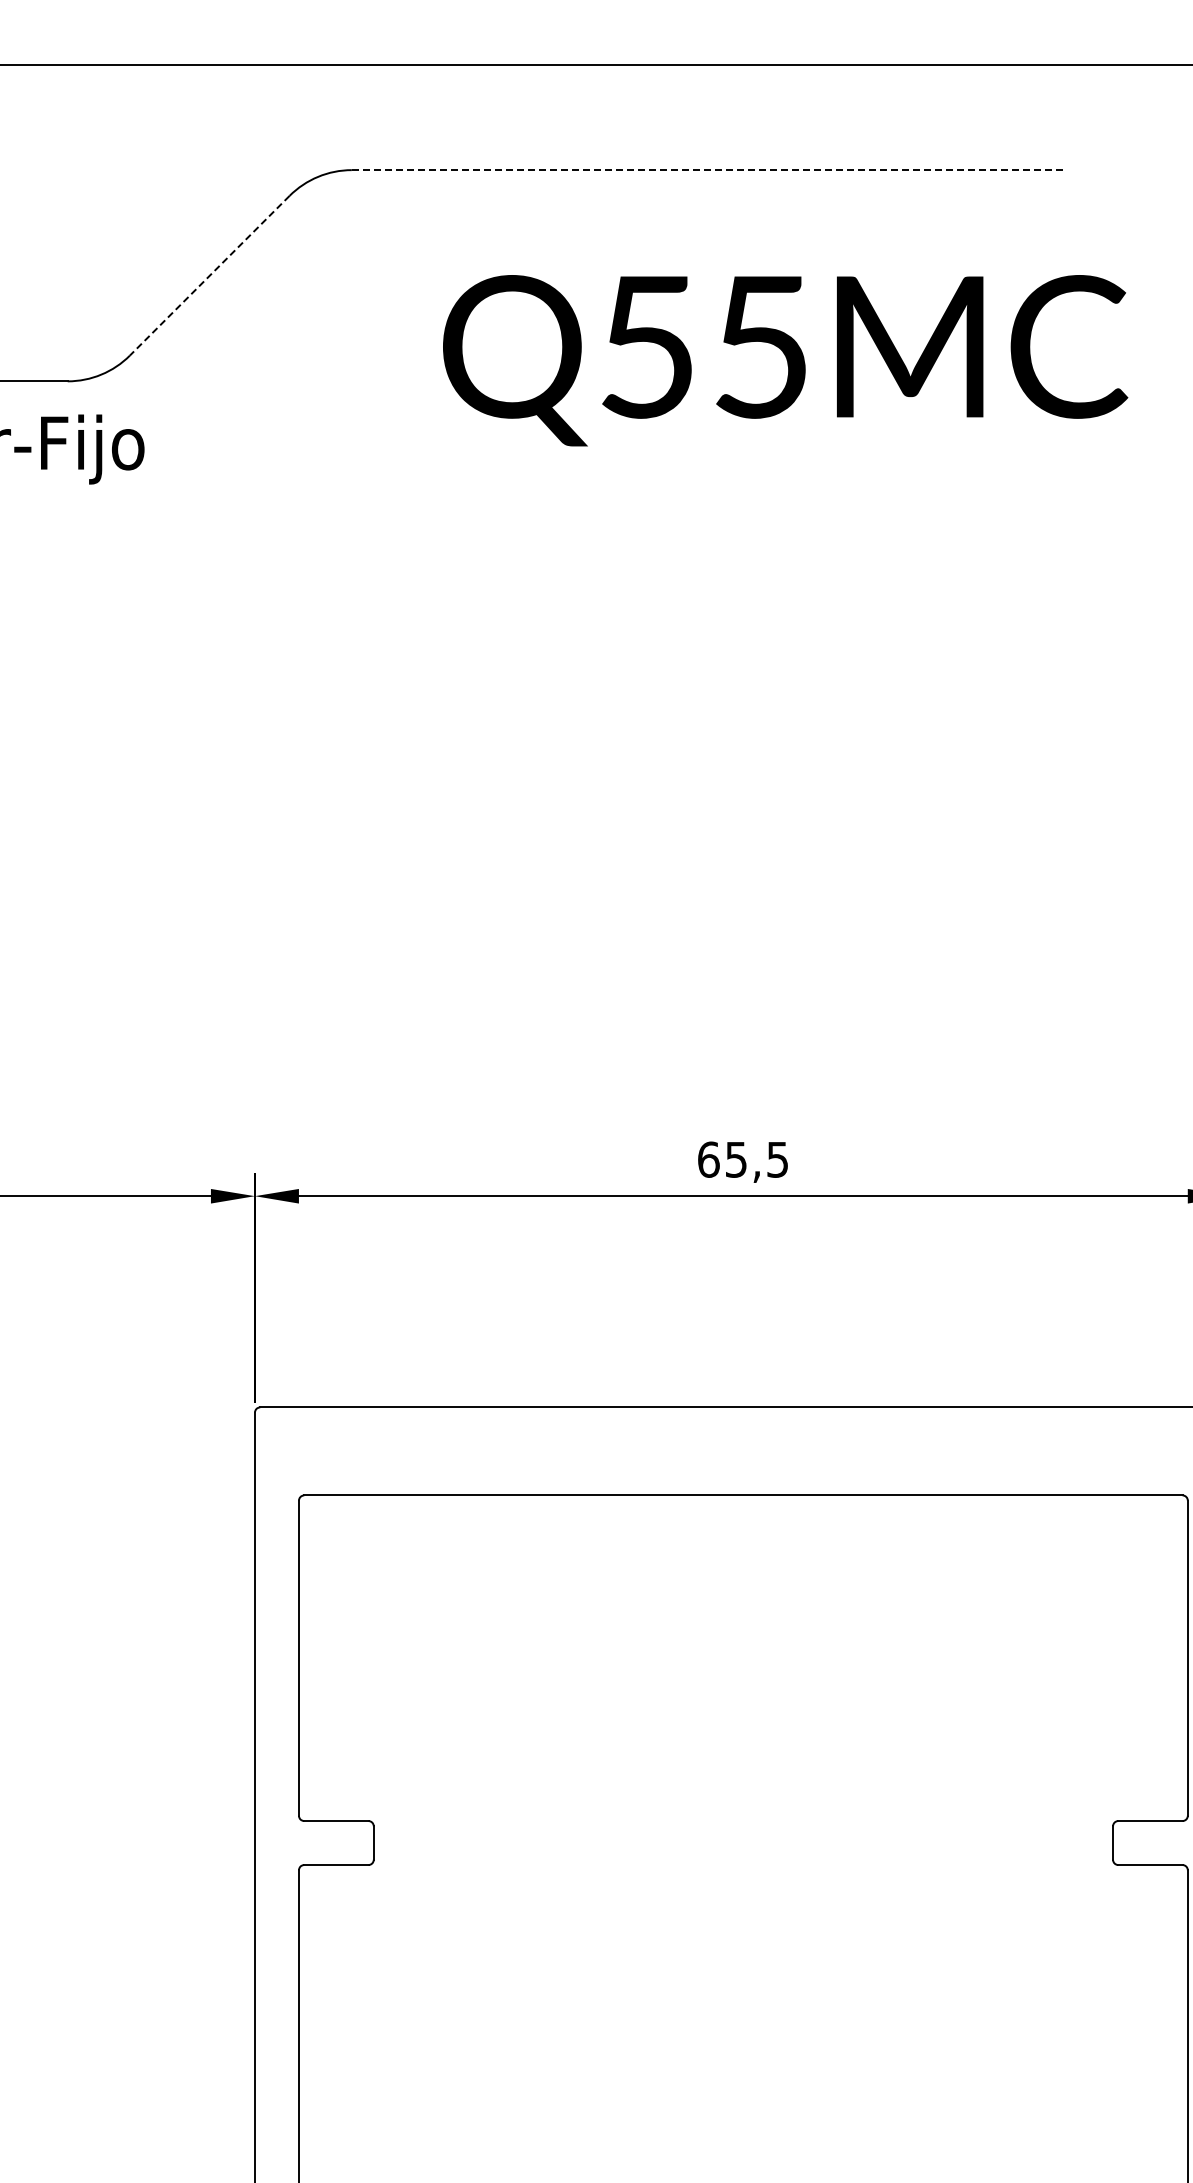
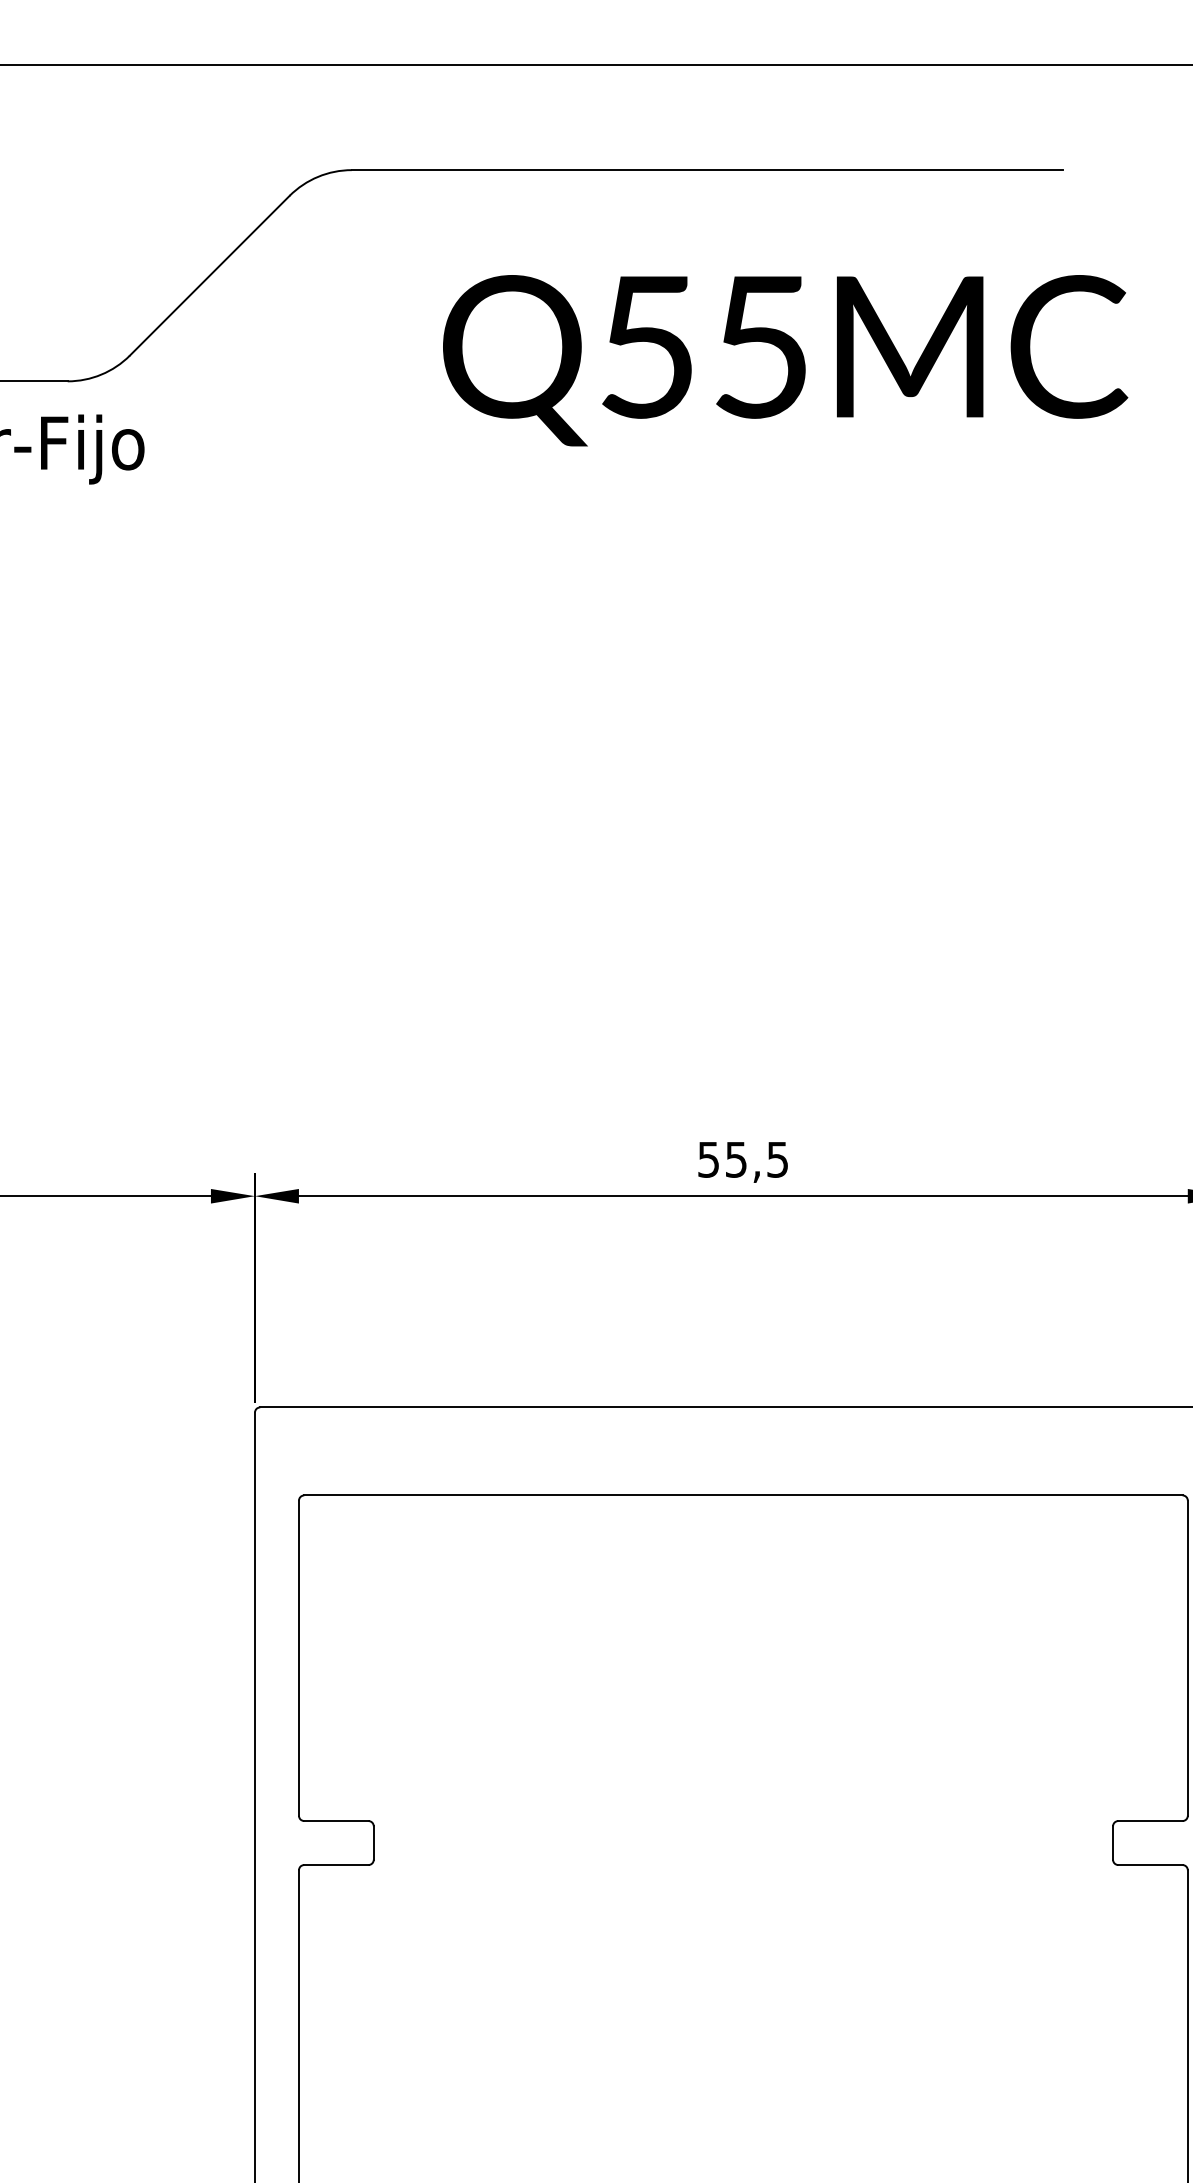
line at (707, 170): dashed -> solid
line at (209, 275): dashed -> solid
text at (708, 1159): 65,5 -> 55,5
